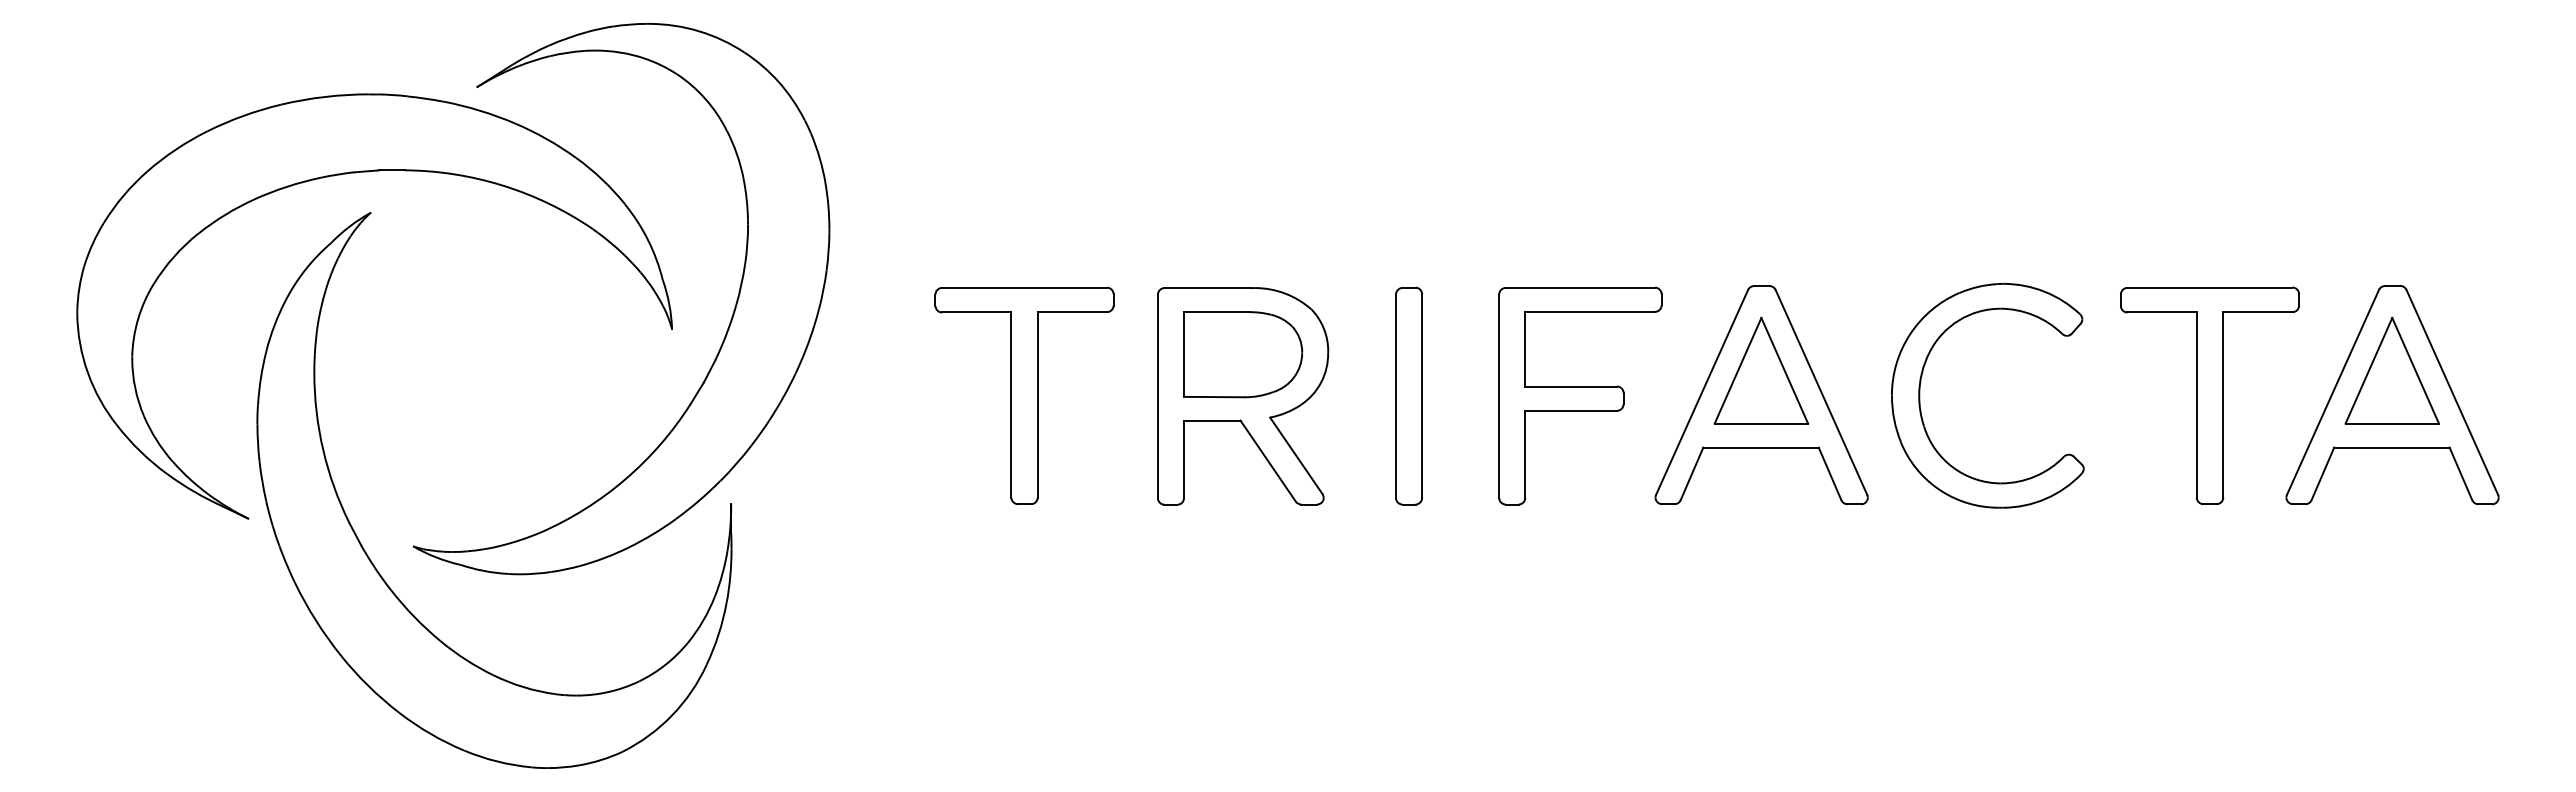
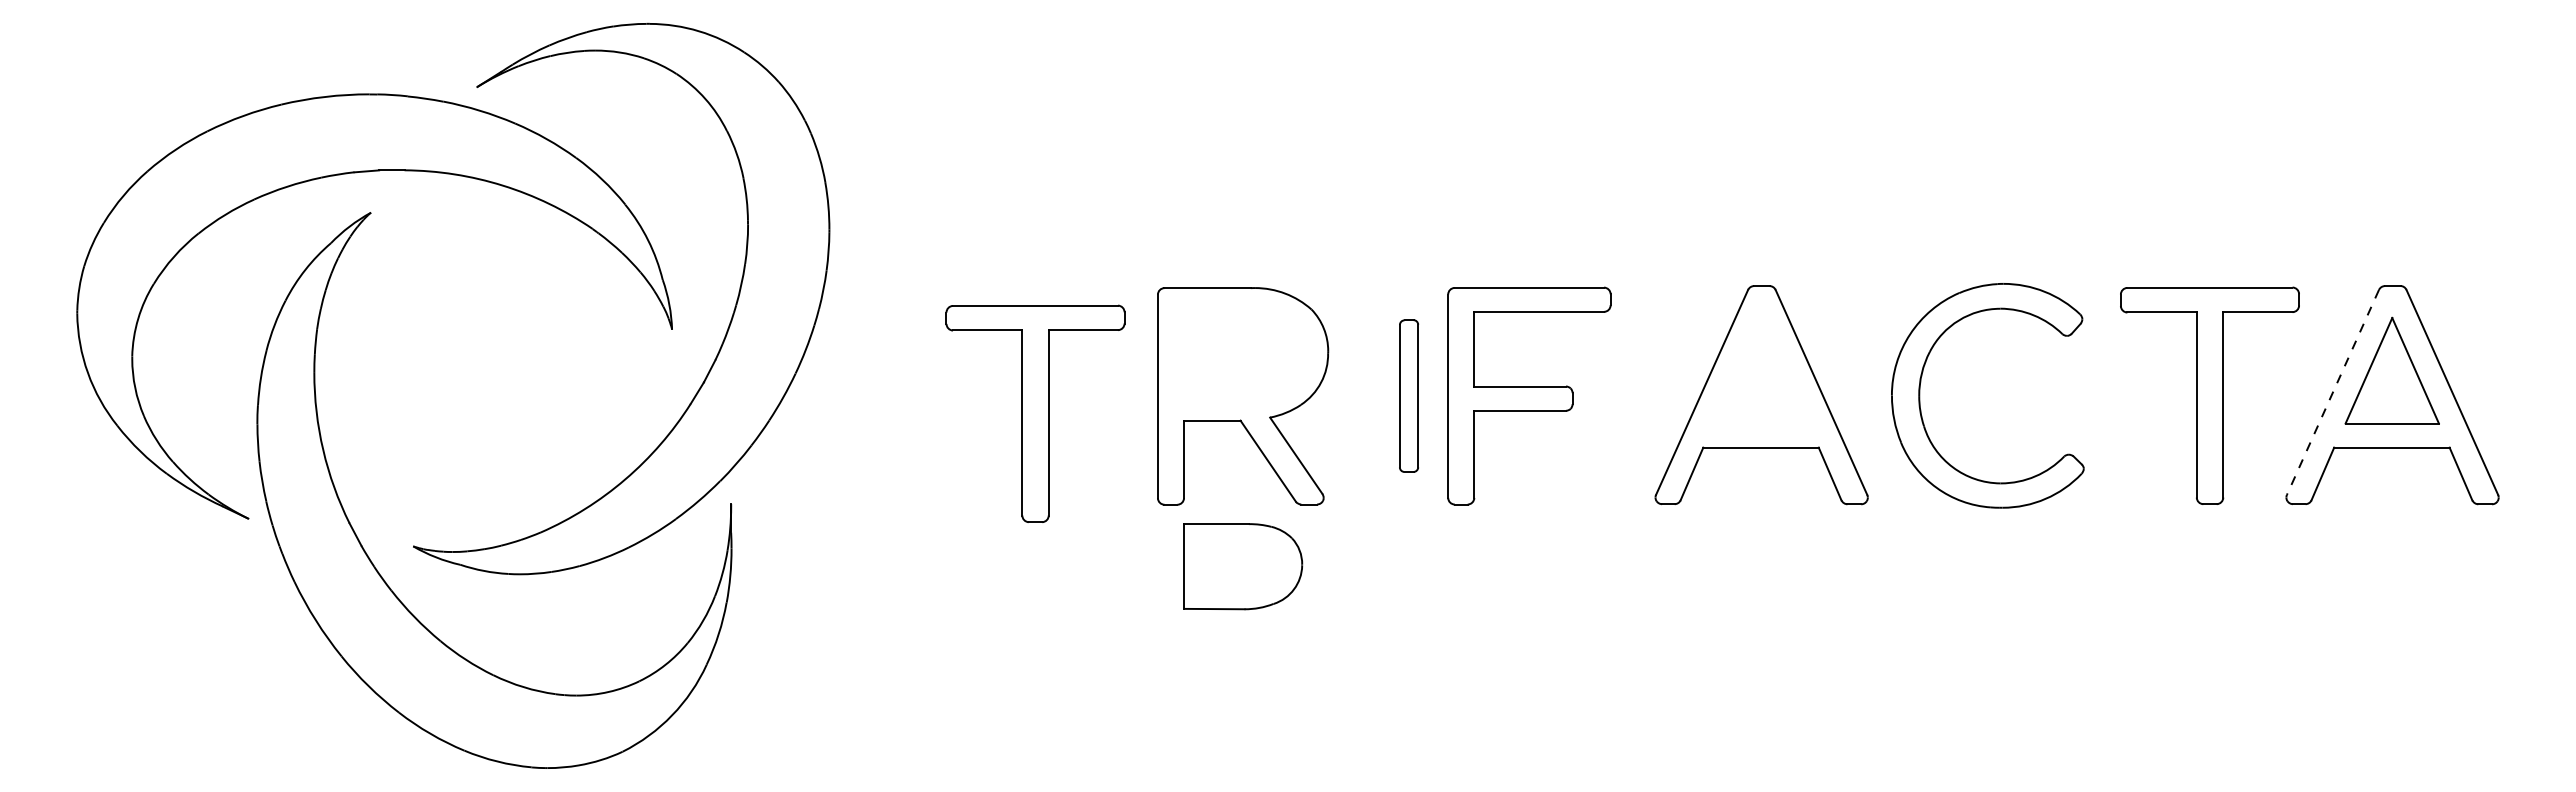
part at (1243, 354) position: (1243, 354) -> (1243, 566)
part at (1760, 370): present -> none
line at (2332, 392): solid -> dashed
part at (1024, 395) position: (1024, 395) -> (1035, 413)
part at (1408, 395) size: 28x220 px -> 20x154 px
part at (1580, 395) position: (1580, 395) -> (1529, 395)
